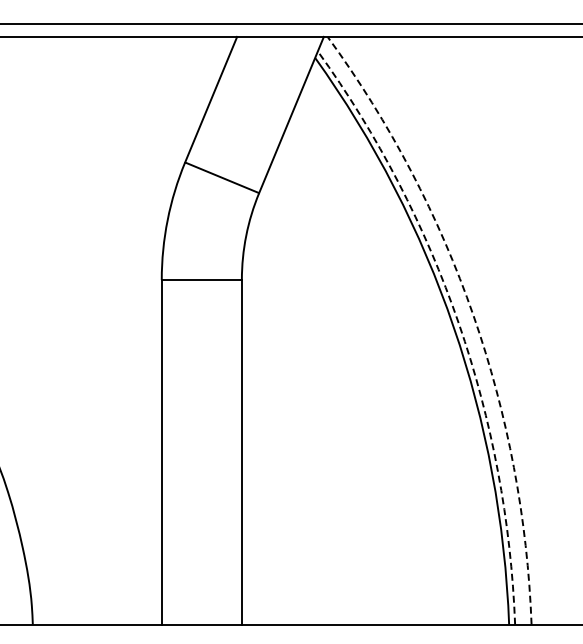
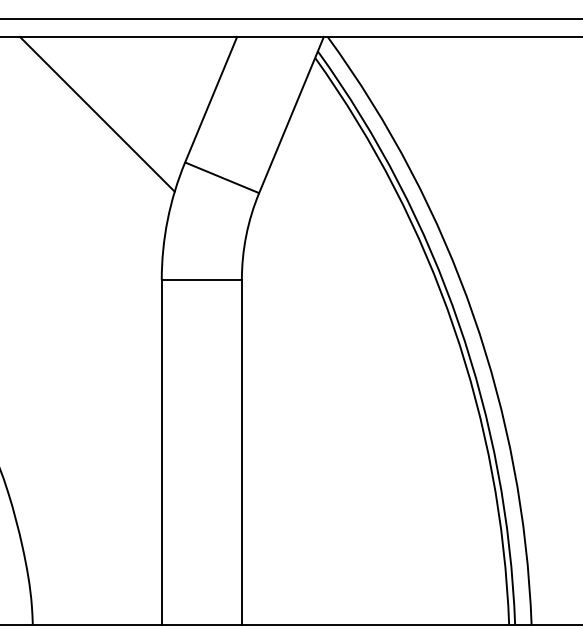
line at (290, 24) position: (290, 24) -> (290, 19)
line at (96, 113): none -> present
arc at (473, 315): dashed -> solid
arc at (458, 323): dashed -> solid
